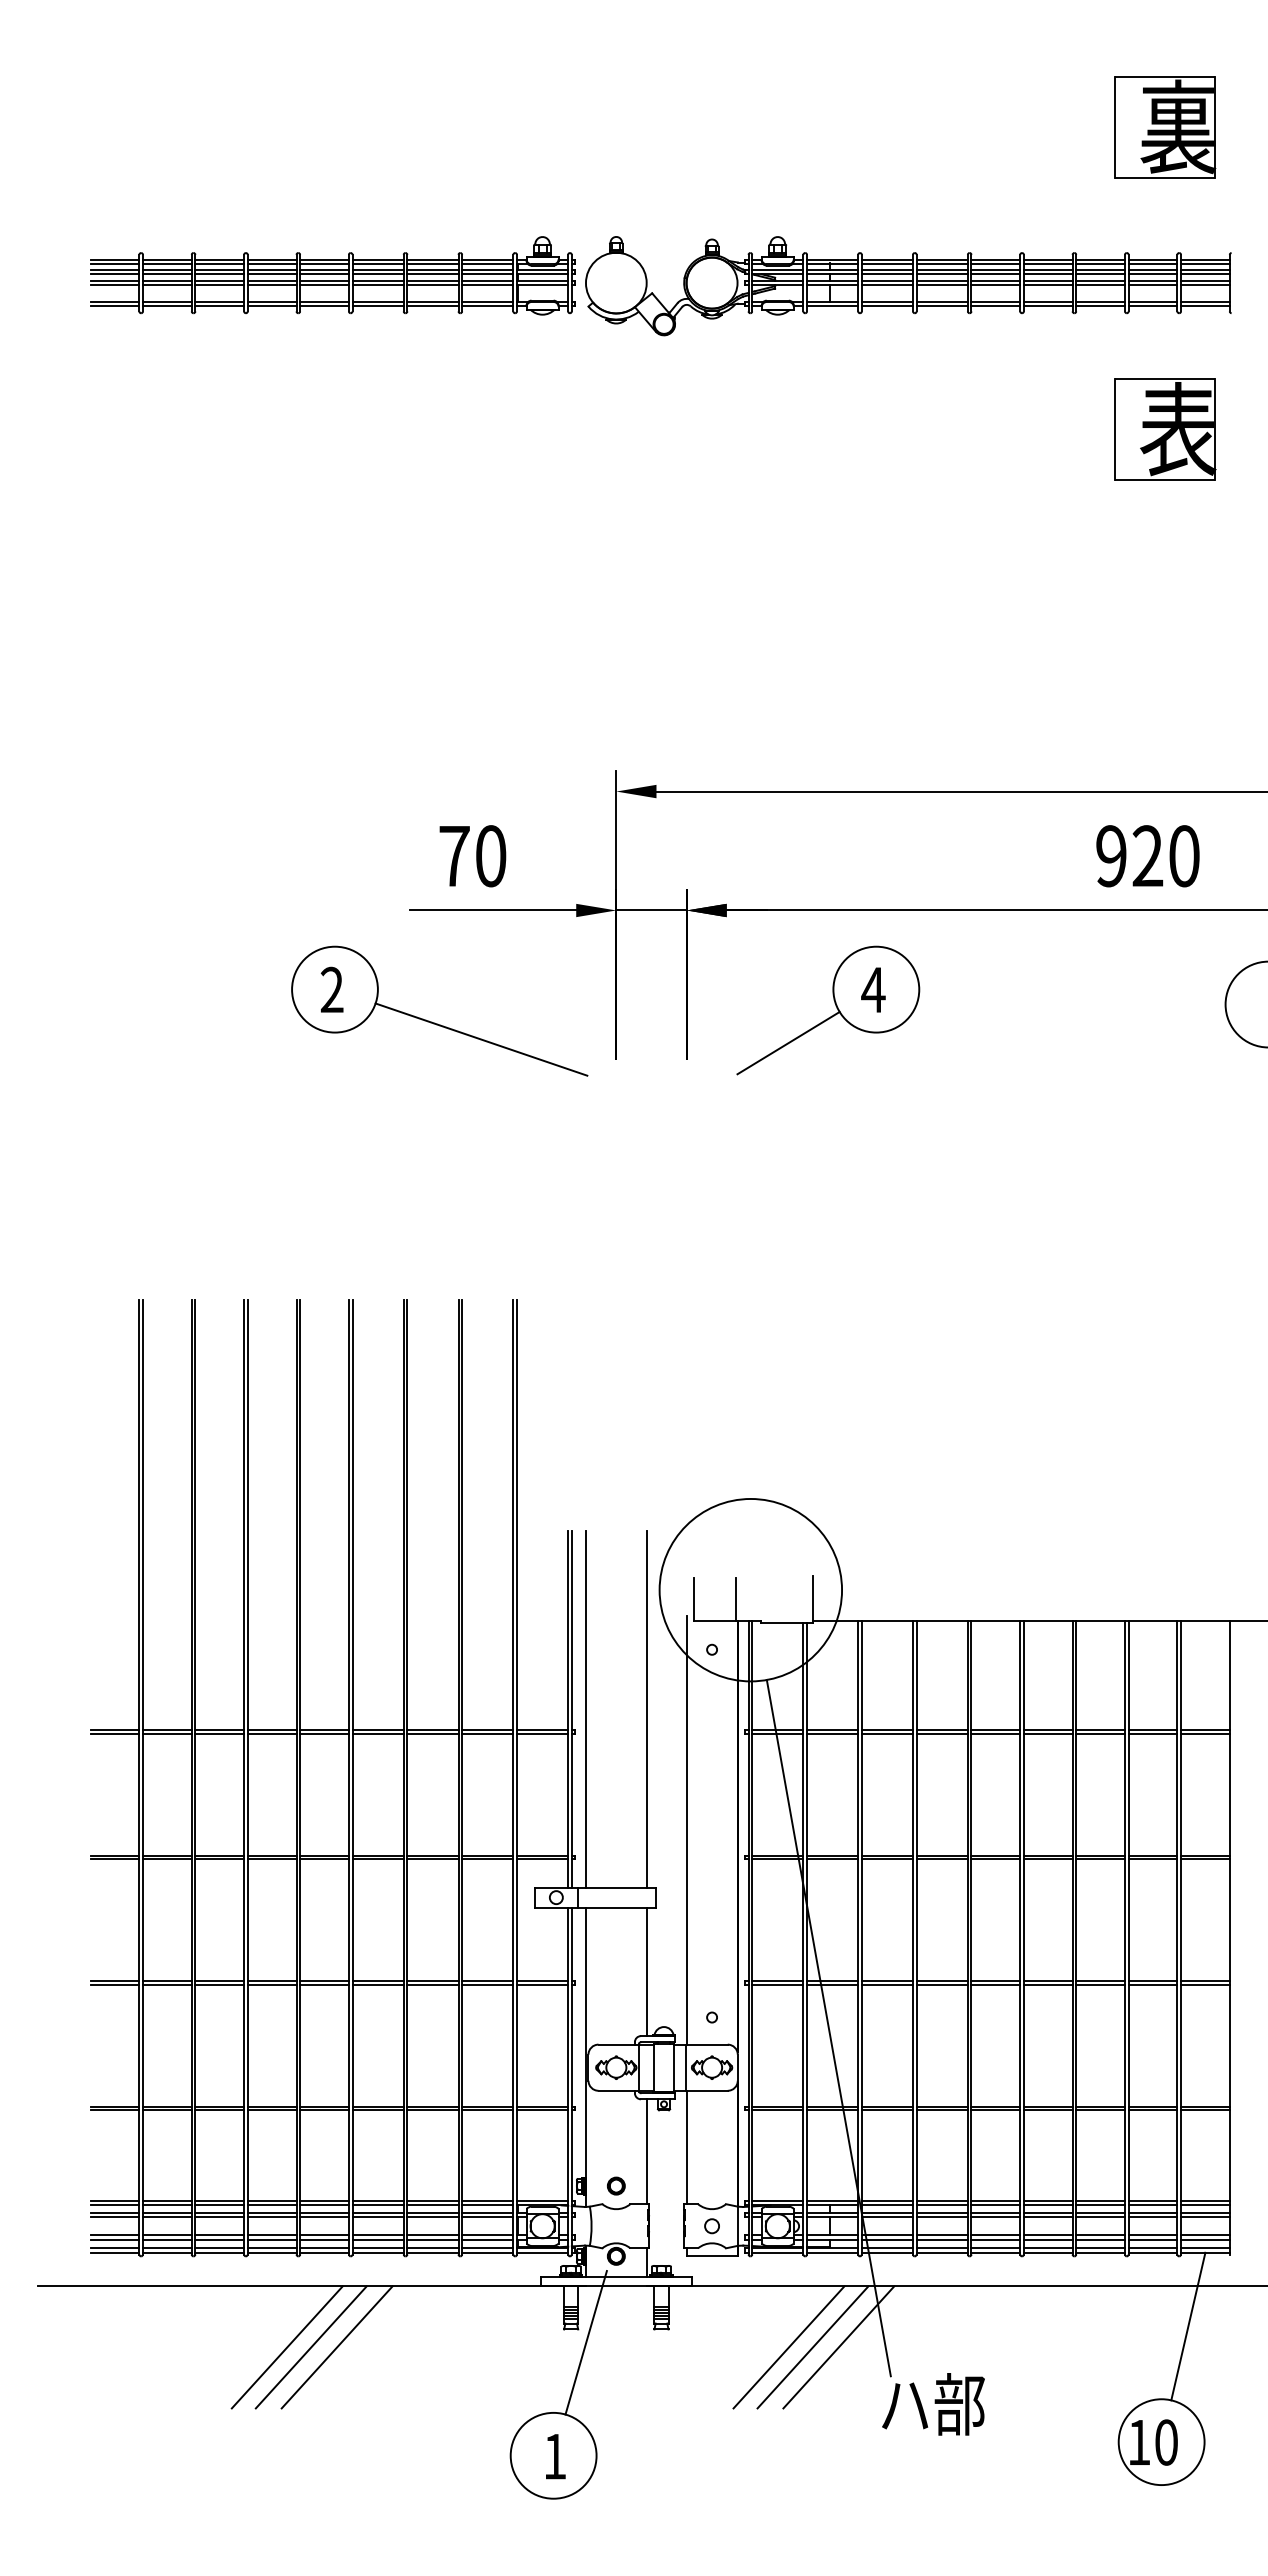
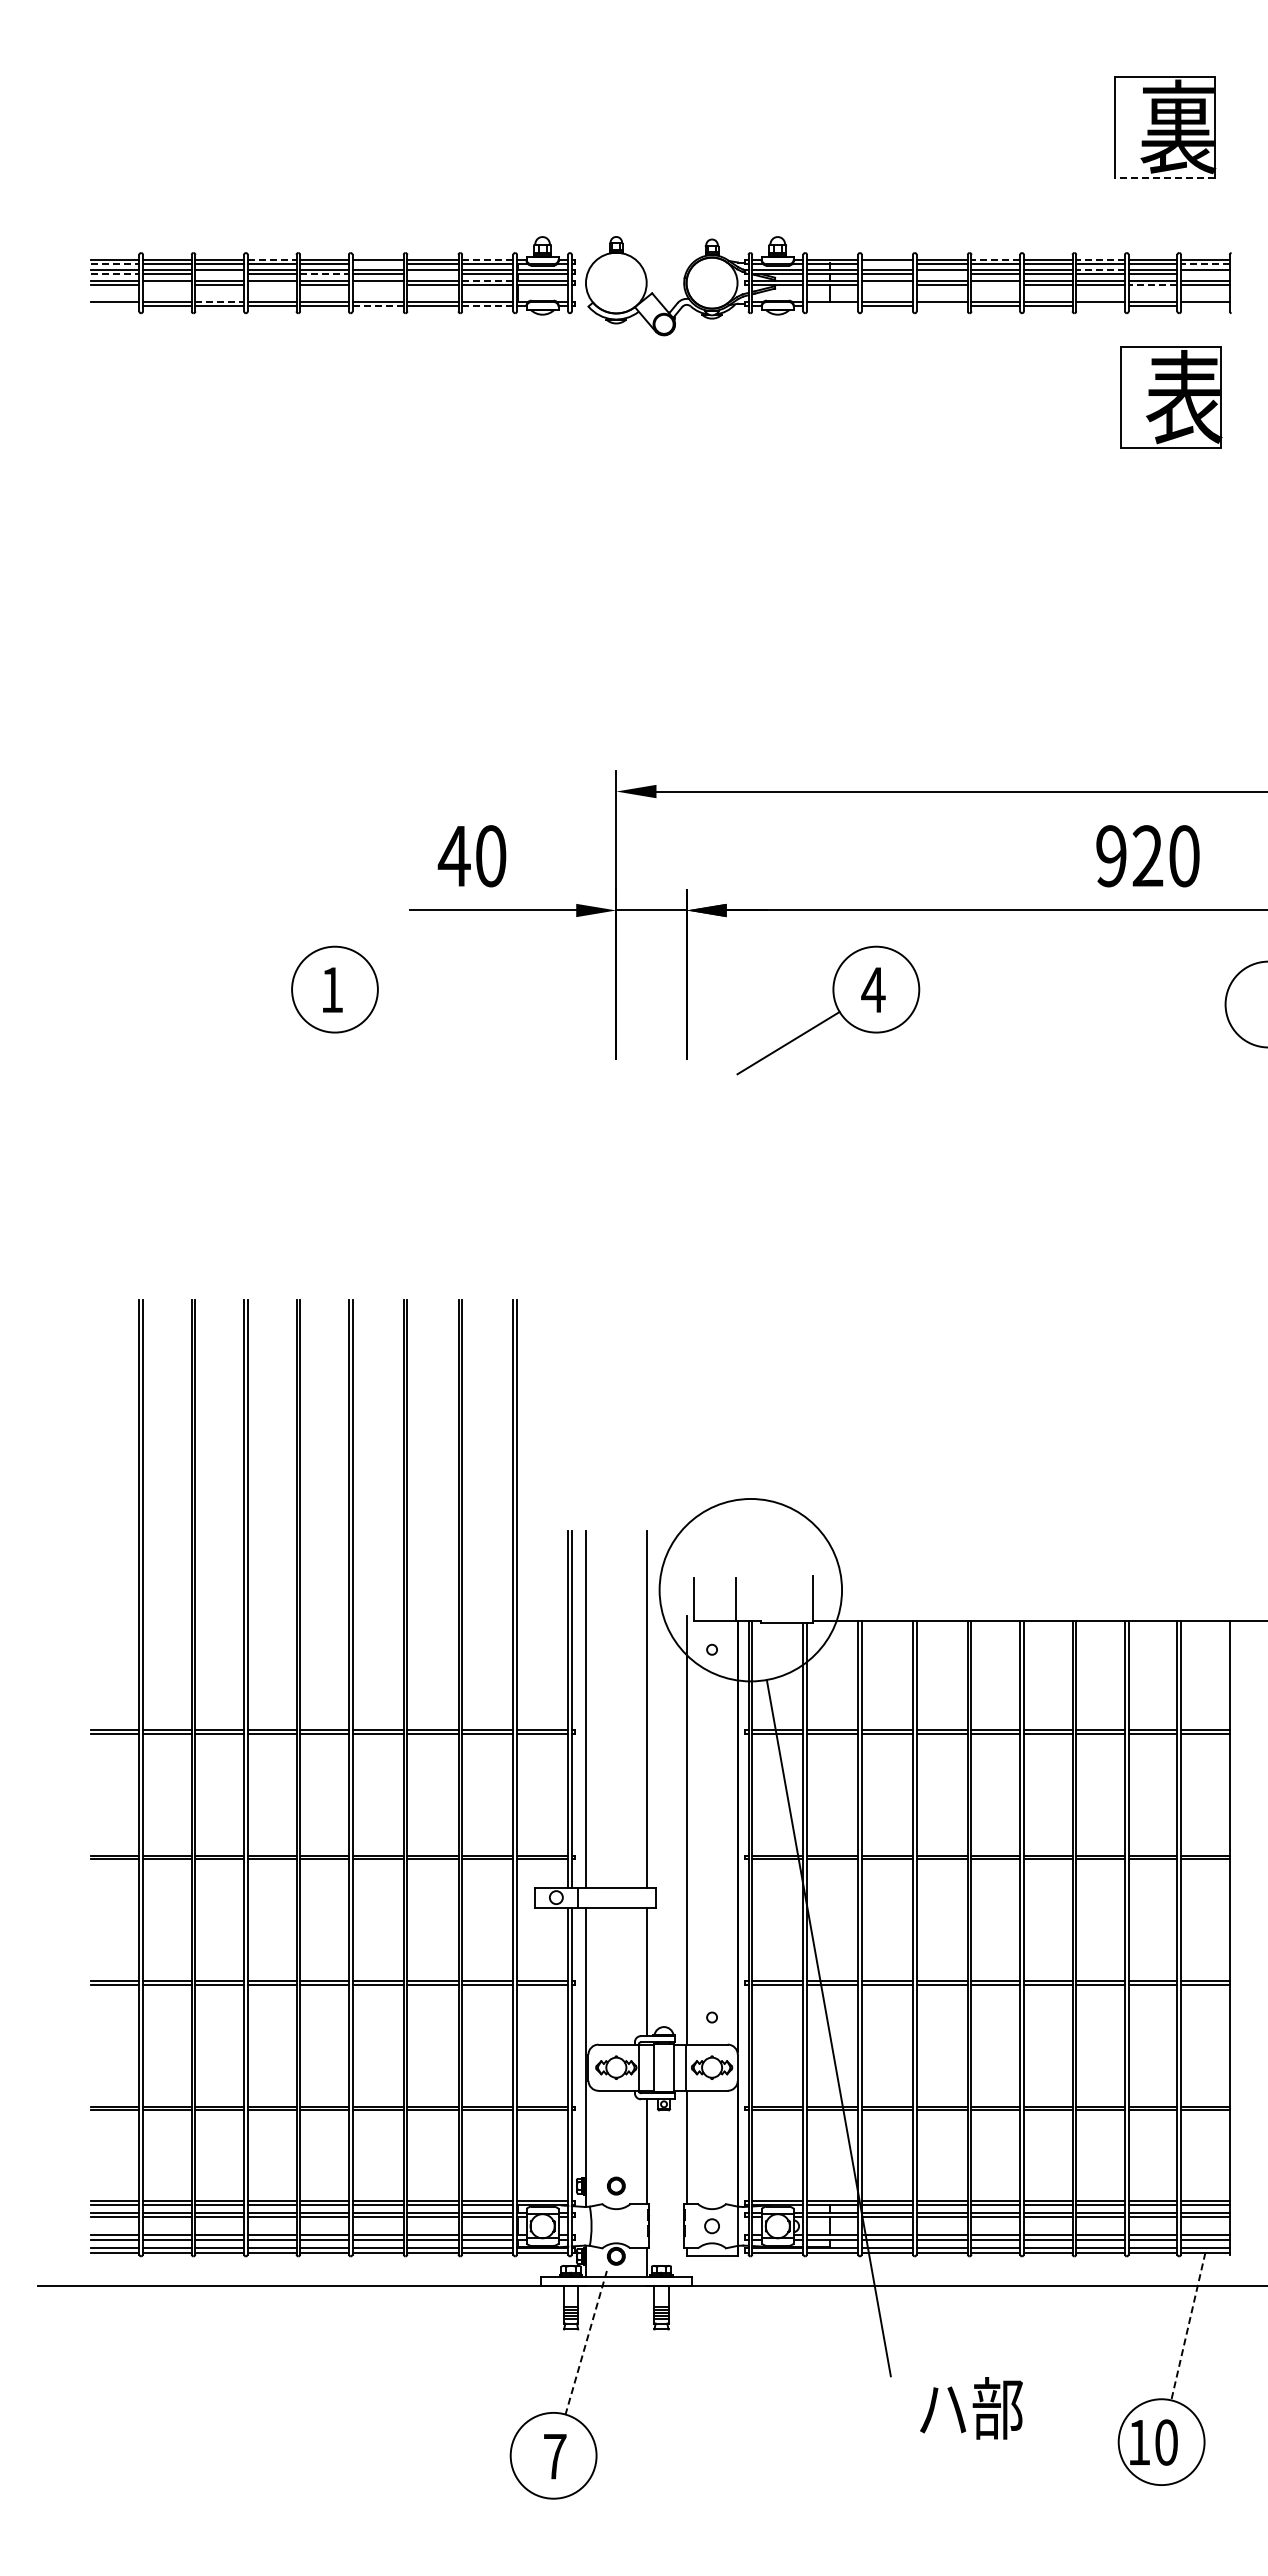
line at (1164, 177): solid -> dashed
line at (272, 259): solid -> dashed
line at (487, 259): solid -> dashed
line at (995, 259): solid -> dashed
line at (1100, 259): solid -> dashed
line at (115, 264): solid -> dashed
line at (377, 264): present -> none
line at (887, 264): present -> none
line at (1204, 264): solid -> dashed
line at (1100, 269): solid -> dashed
line at (115, 274): solid -> dashed
line at (219, 274): present -> none
line at (325, 274): solid -> dashed
line at (432, 274): present -> none
line at (941, 274): present -> none
line at (1205, 274): present -> none
line at (487, 280): solid -> dashed
line at (166, 285): present -> none
line at (271, 285): present -> none
line at (377, 285): present -> none
line at (887, 285): present -> none
line at (995, 285): present -> none
line at (1152, 285): solid -> dashed
line at (220, 301): solid -> dashed
line at (114, 306): present -> none
line at (378, 306): solid -> dashed
line at (487, 306): solid -> dashed
line at (832, 306): present -> none
line at (941, 306): present -> none
line at (1100, 306): present -> none
line at (1205, 306): present -> none
part at (1165, 429) position: (1165, 429) -> (1171, 397)
text at (453, 856): 70 -> 40
text at (331, 989): 2 -> 1
line at (481, 1039): present -> none
line at (1188, 2326): solid -> dashed
line at (586, 2342): solid -> dashed
line at (286, 2347): present -> none
line at (310, 2347): present -> none
line at (336, 2347): present -> none
line at (788, 2347): present -> none
line at (812, 2347): present -> none
line at (838, 2347): present -> none
text at (933, 2404) position: (933, 2404) -> (971, 2408)
text at (555, 2456): 1 -> 7
